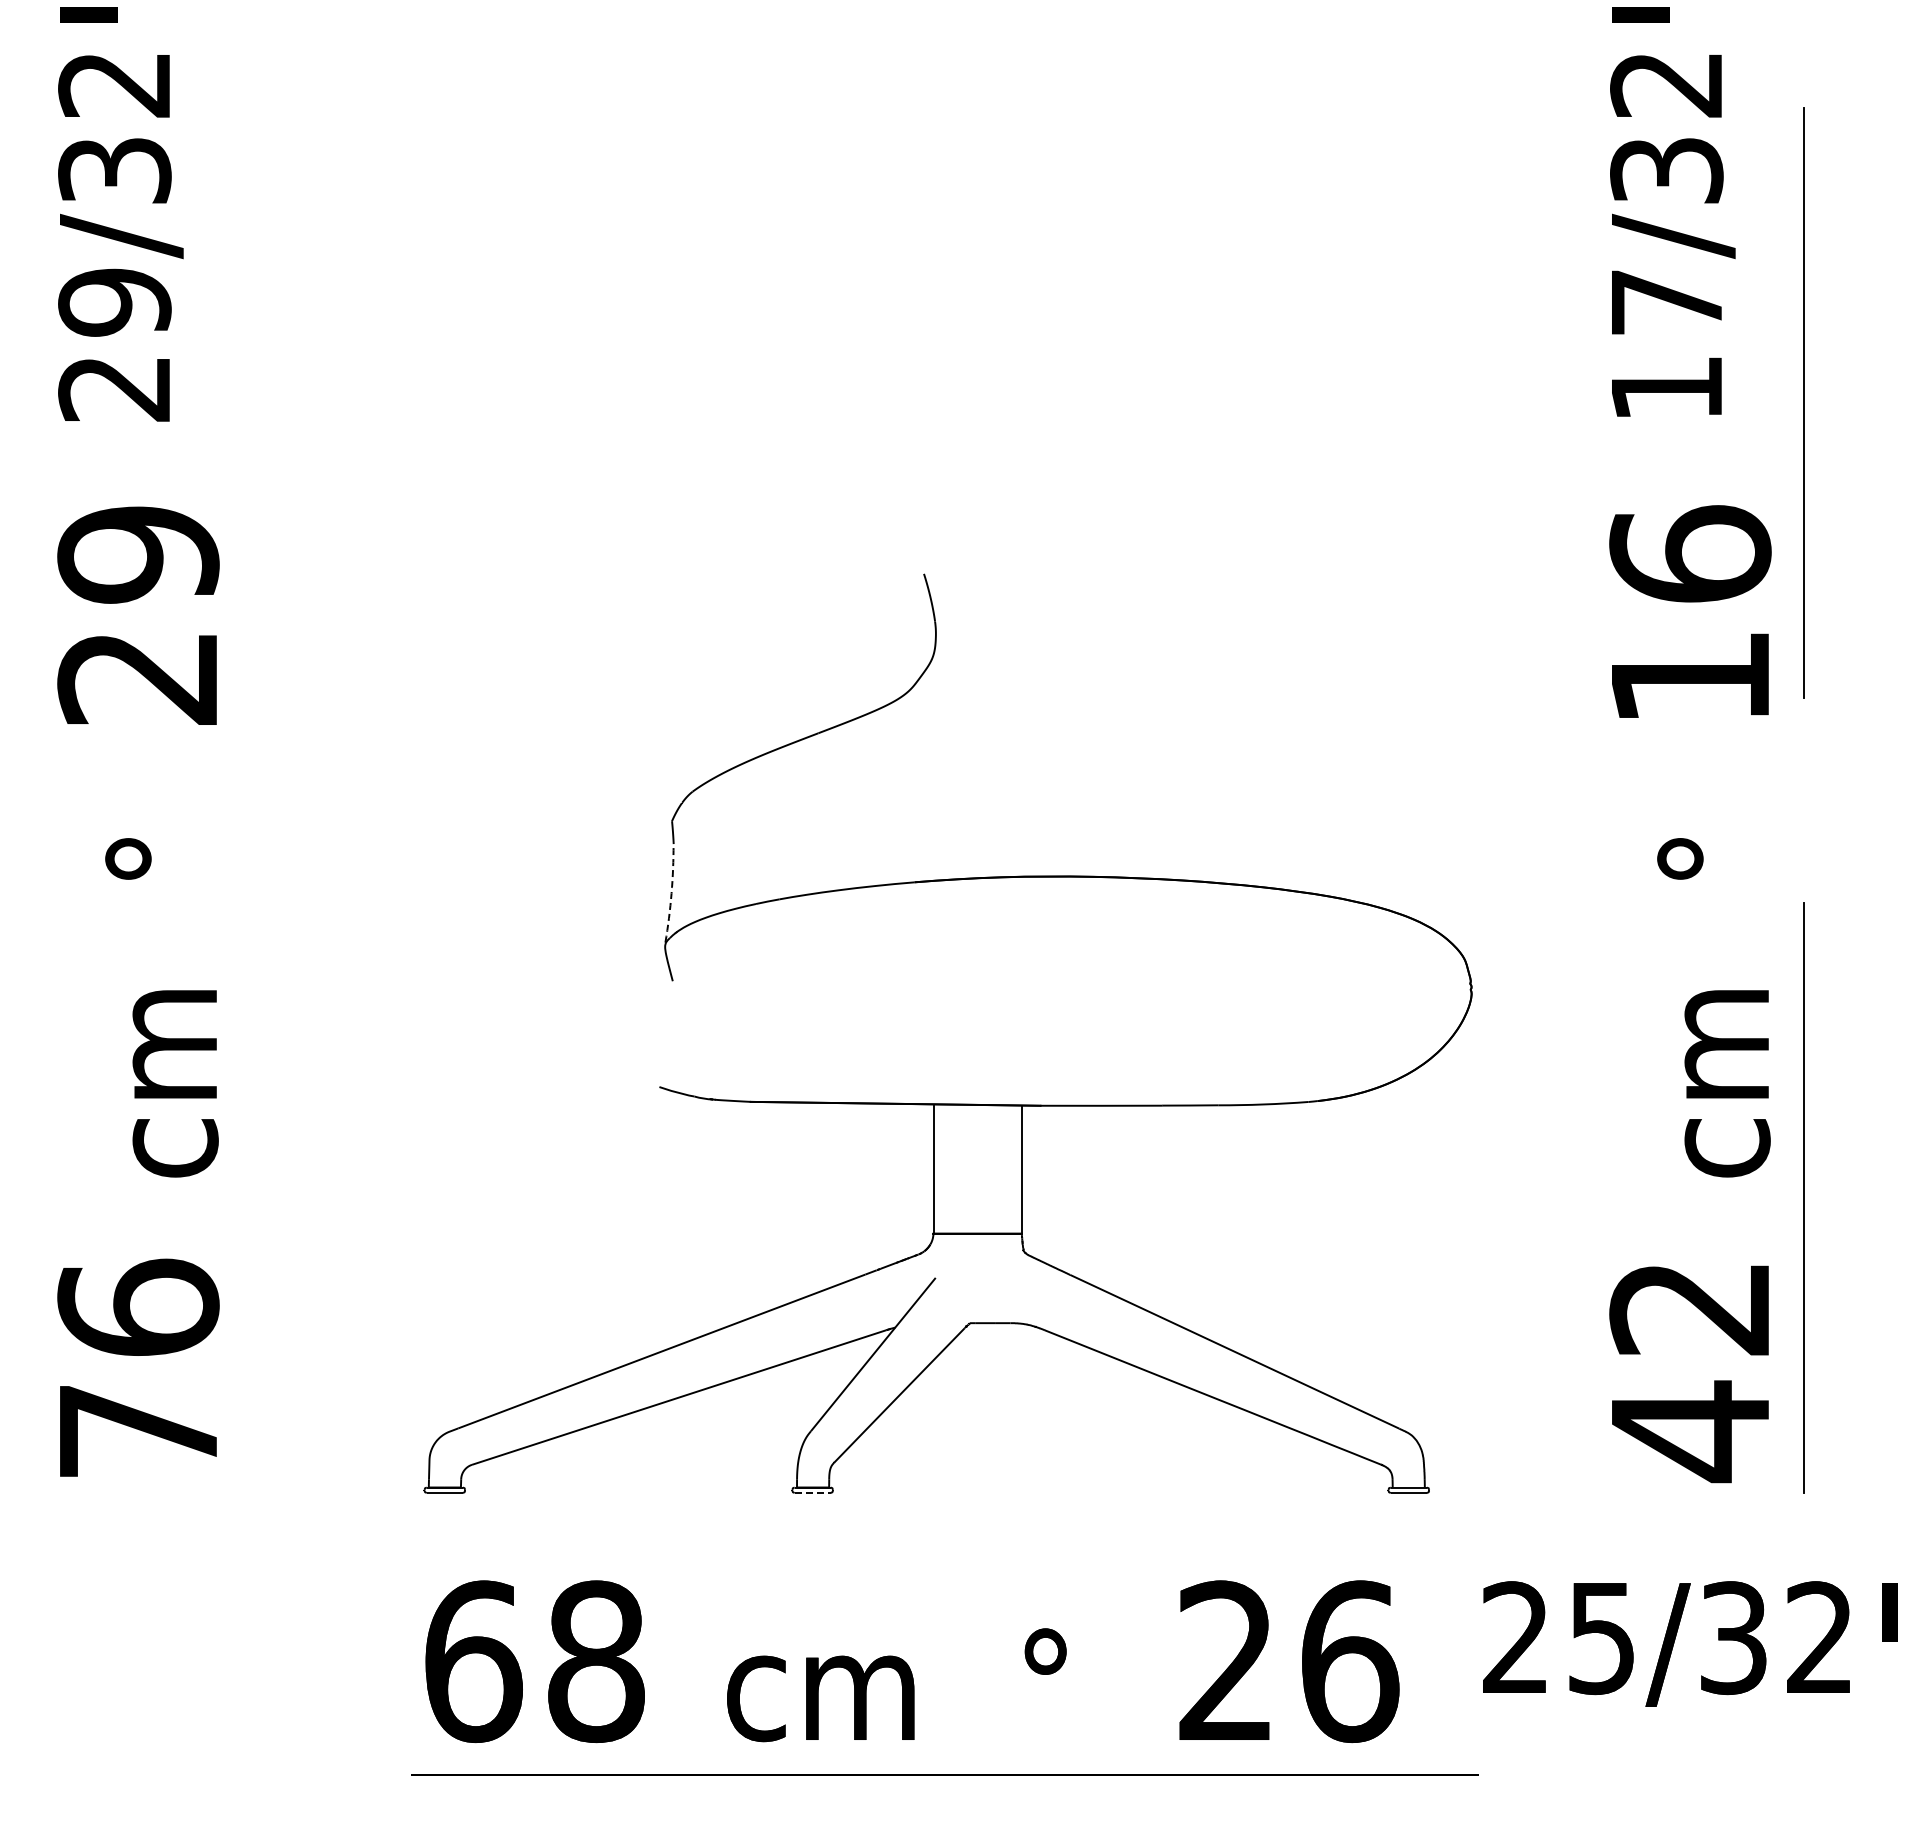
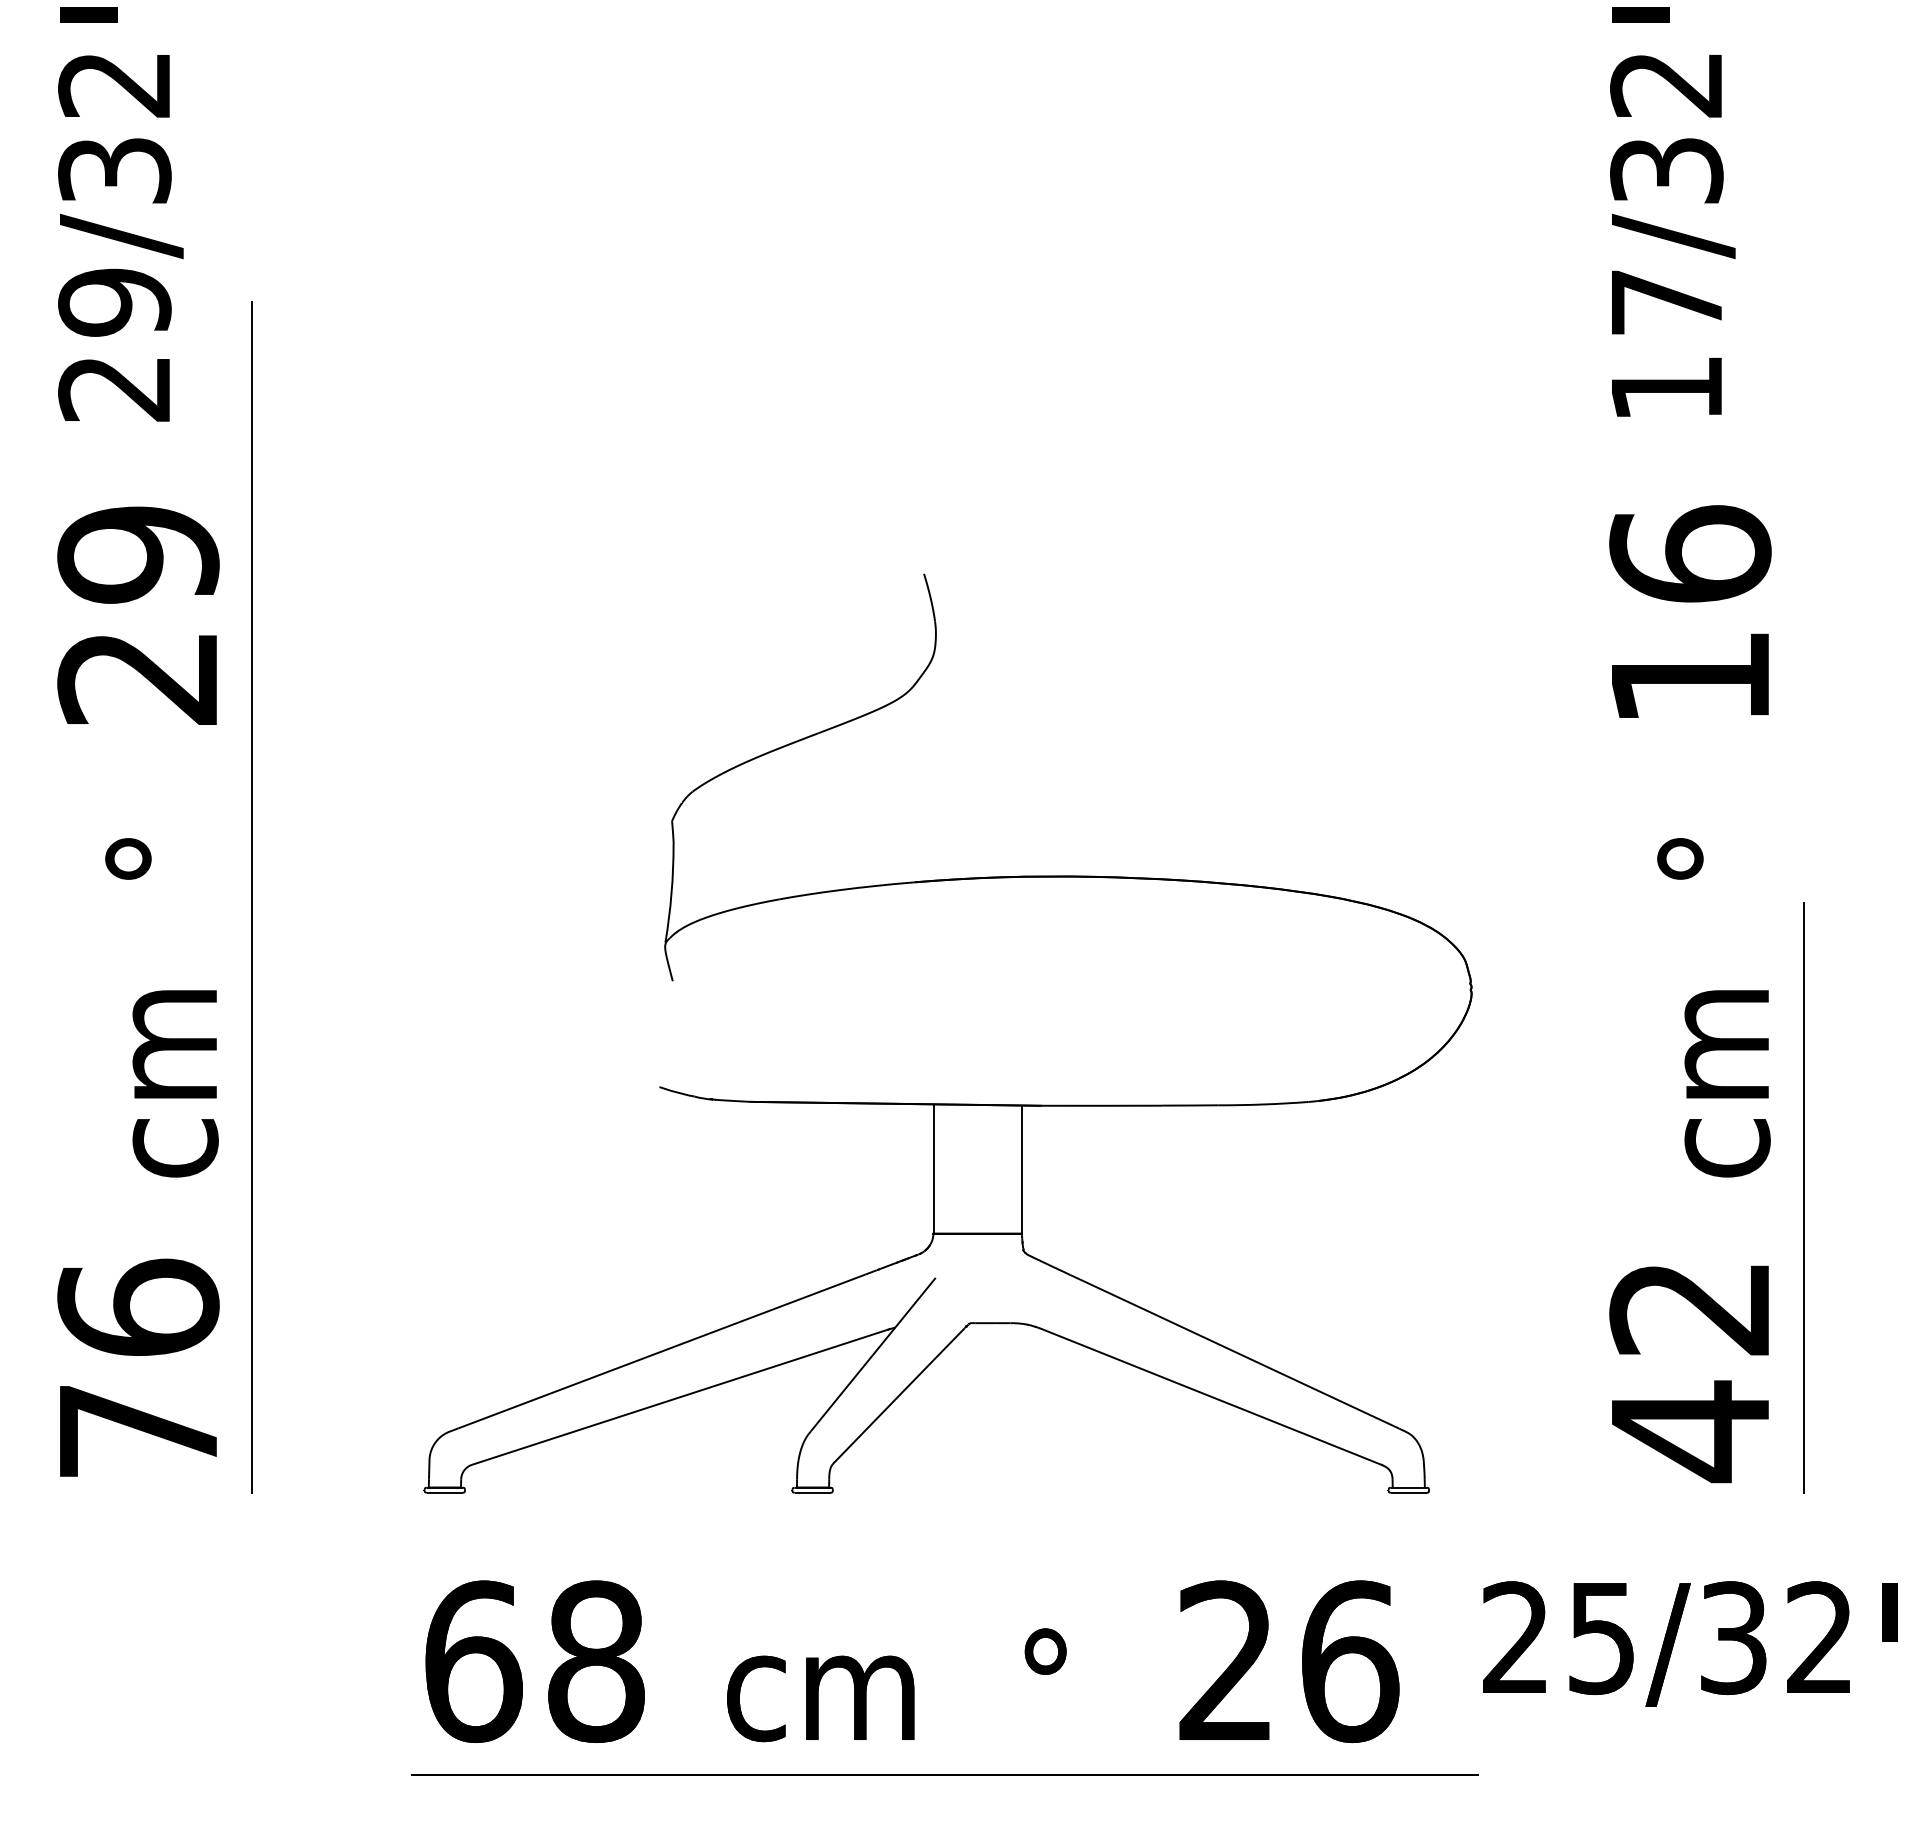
line at (1803, 402): present -> none
arc at (671, 893): dashed -> solid
line at (251, 896): none -> present
line at (812, 1492): dashed -> solid
